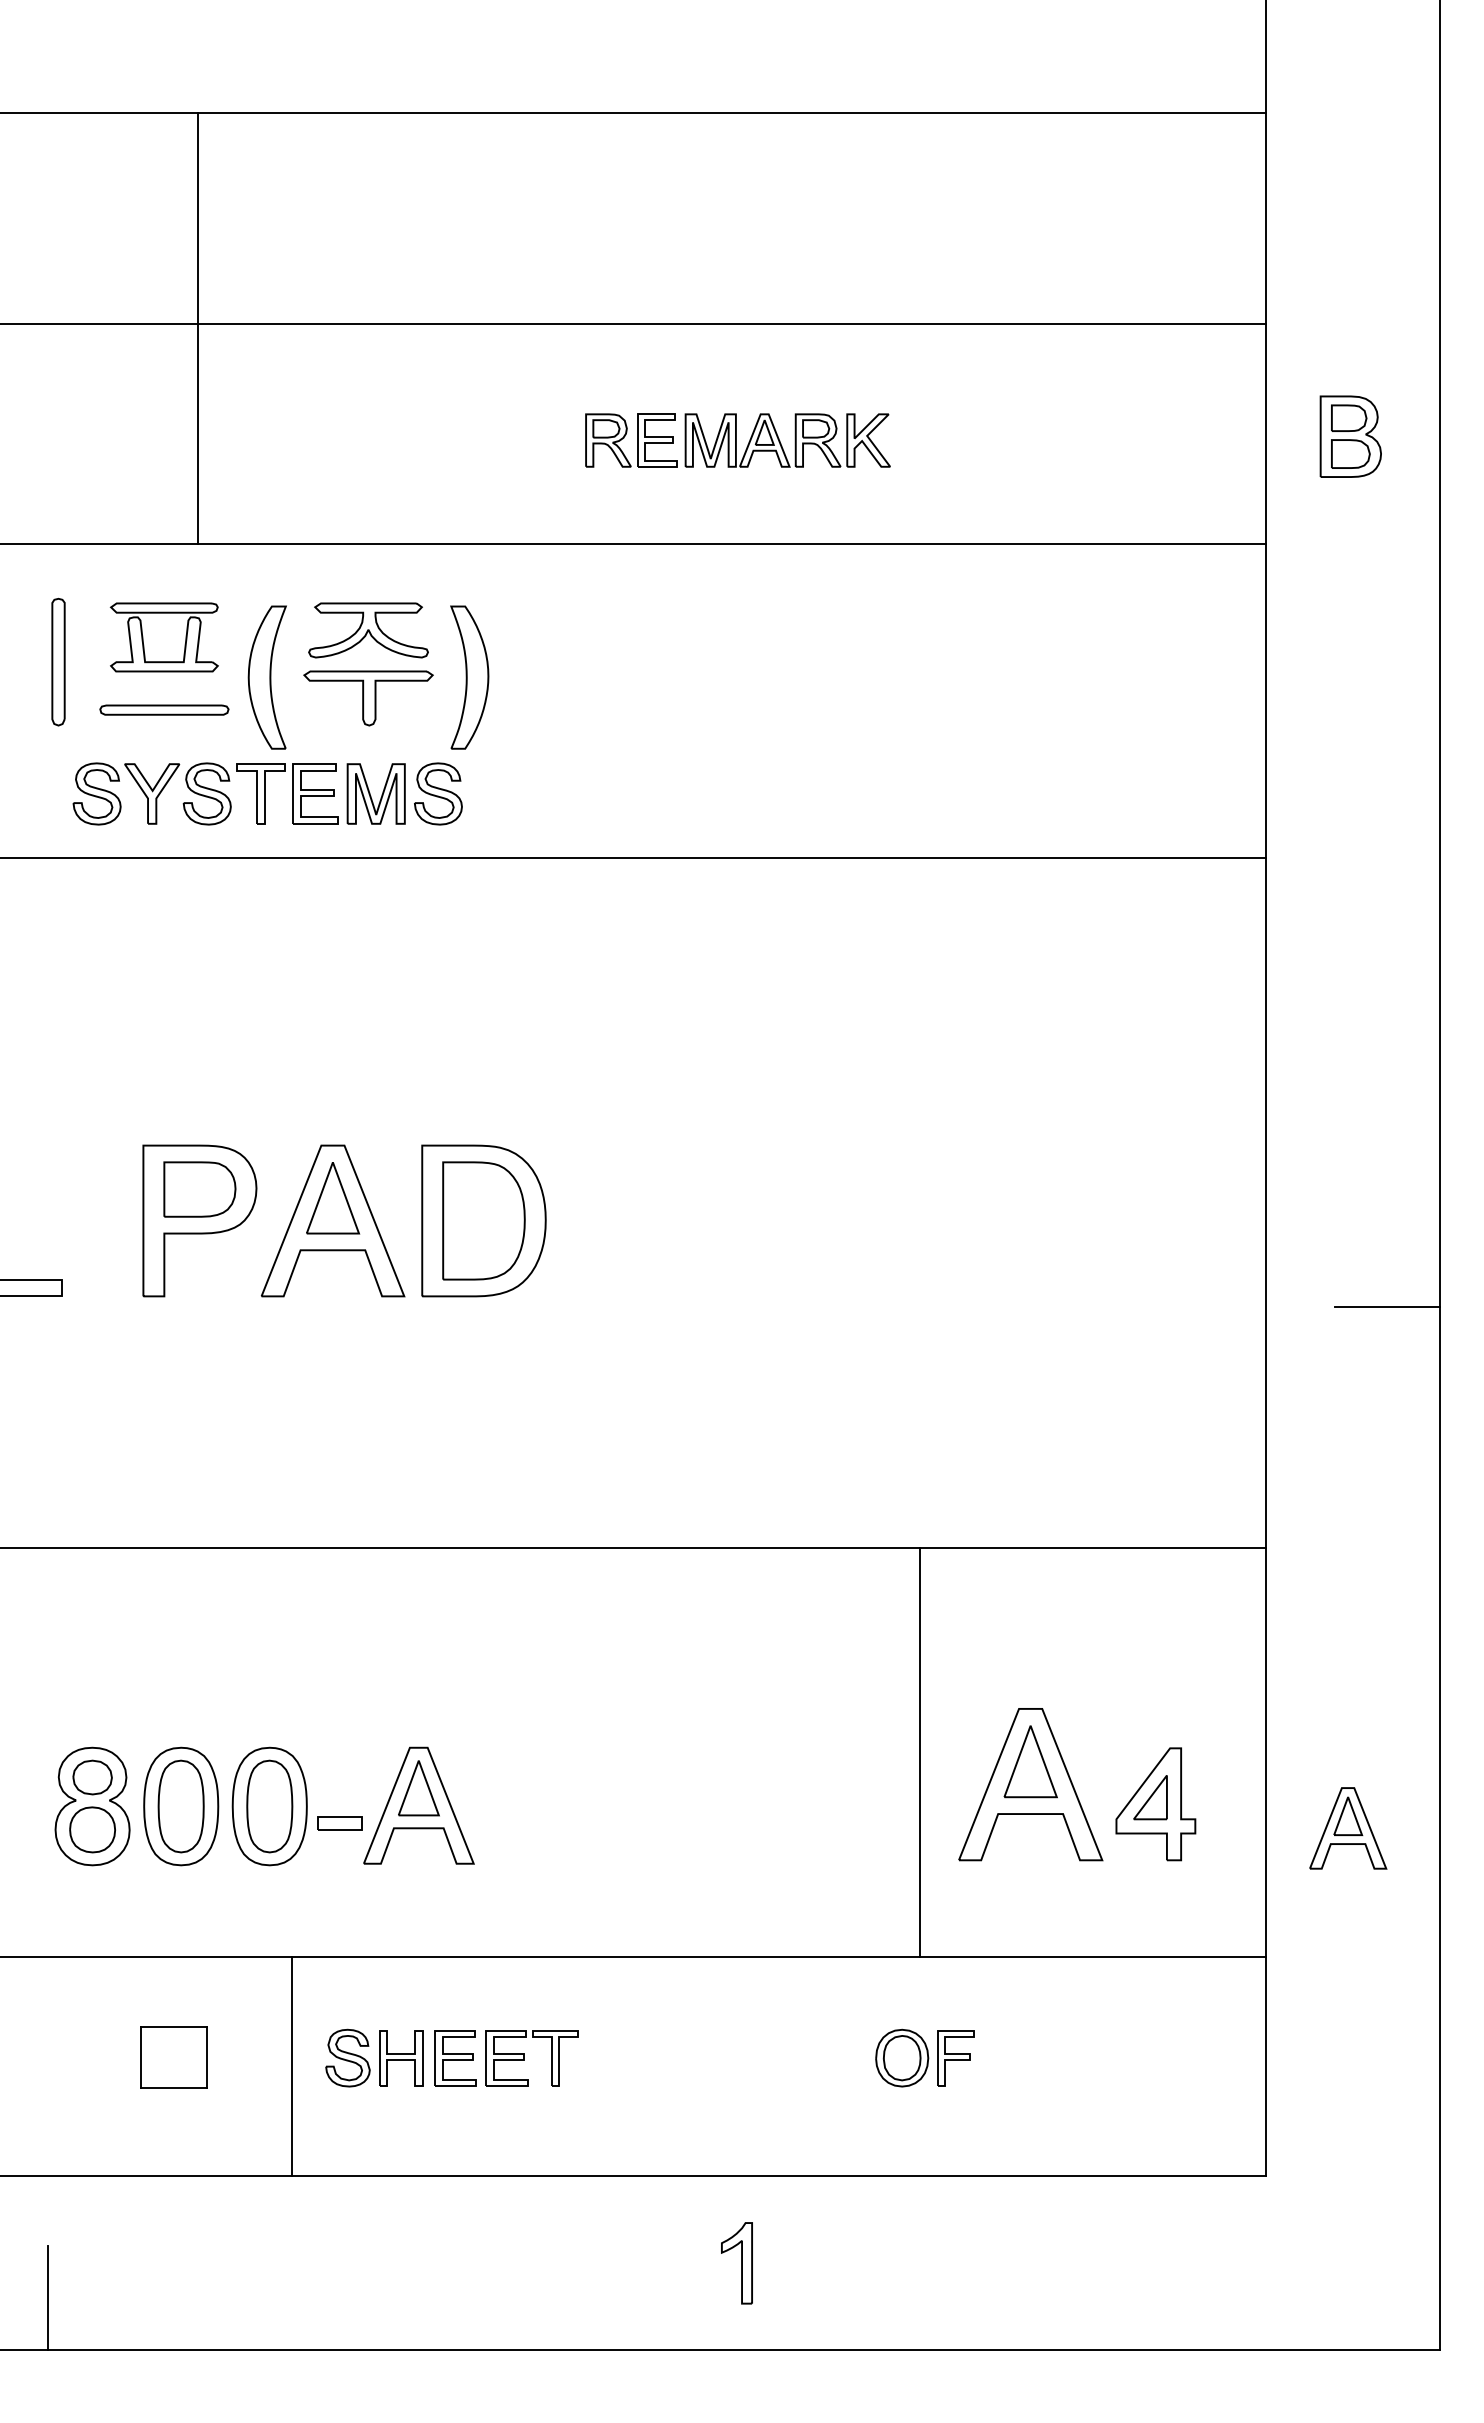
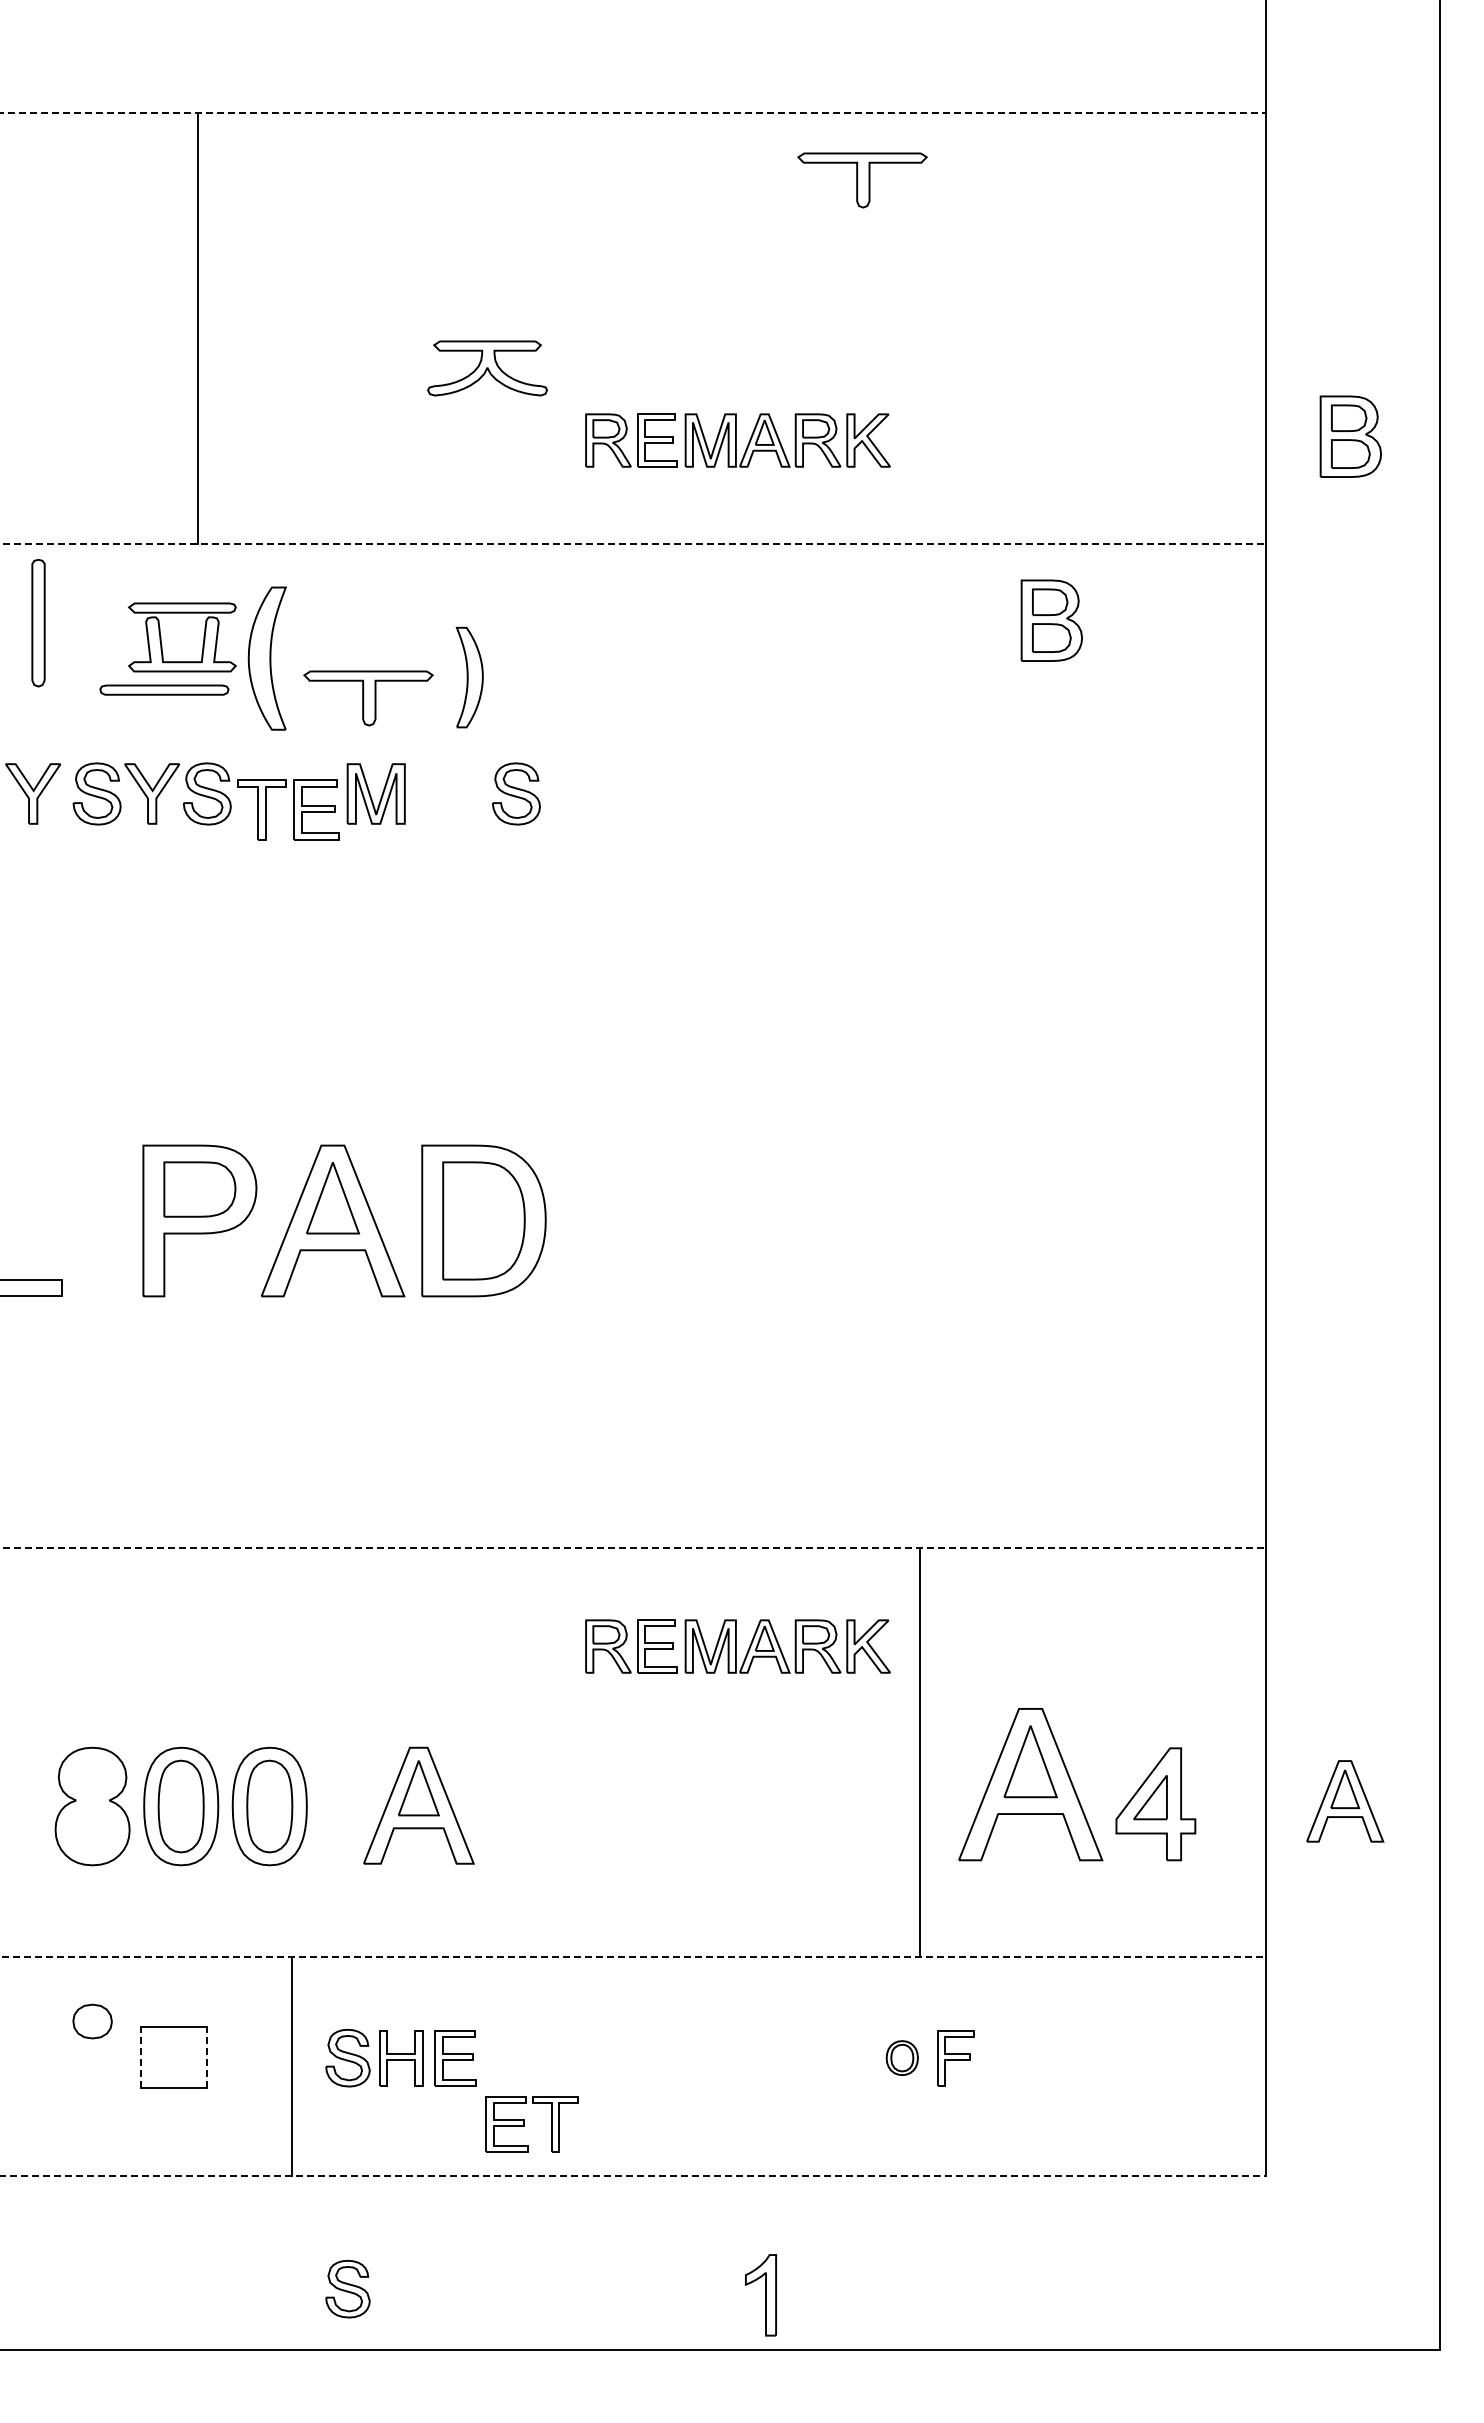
line at (633, 113): solid -> dashed
part at (862, 180): none -> present
line at (633, 323): present -> none
line at (633, 543): solid -> dashed
part at (1051, 620): none -> present
part at (368, 630) position: (368, 630) -> (487, 368)
part at (143, 637) position: (143, 637) -> (161, 637)
part at (58, 661) position: (58, 661) -> (38, 622)
part at (266, 677) position: (266, 677) -> (266, 658)
part at (469, 677) size: 40x145 px -> 29x103 px
part at (164, 709) position: (164, 709) -> (164, 689)
part at (33, 793): none -> present
part at (287, 793) position: (287, 793) -> (288, 809)
part at (438, 793) position: (438, 793) -> (516, 793)
line at (633, 857): present -> none
line at (1387, 1306): present -> none
line at (633, 1548): solid -> dashed
part at (737, 1646): none -> present
part at (92, 1777) position: (92, 1777) -> (92, 2021)
part at (339, 1823): present -> none
part at (1348, 1828) position: (1348, 1828) -> (1345, 1801)
part at (92, 1829): present -> none
line at (633, 1956): solid -> dashed
line at (140, 2056): solid -> dashed
line at (206, 2056): solid -> dashed
part at (902, 2057) size: 55x60 px -> 34x36 px
part at (524, 2058) position: (524, 2058) -> (524, 2124)
line at (633, 2176): solid -> dashed
part at (736, 2263) position: (736, 2263) -> (760, 2295)
part at (347, 2288): none -> present
line at (47, 2297): present -> none
